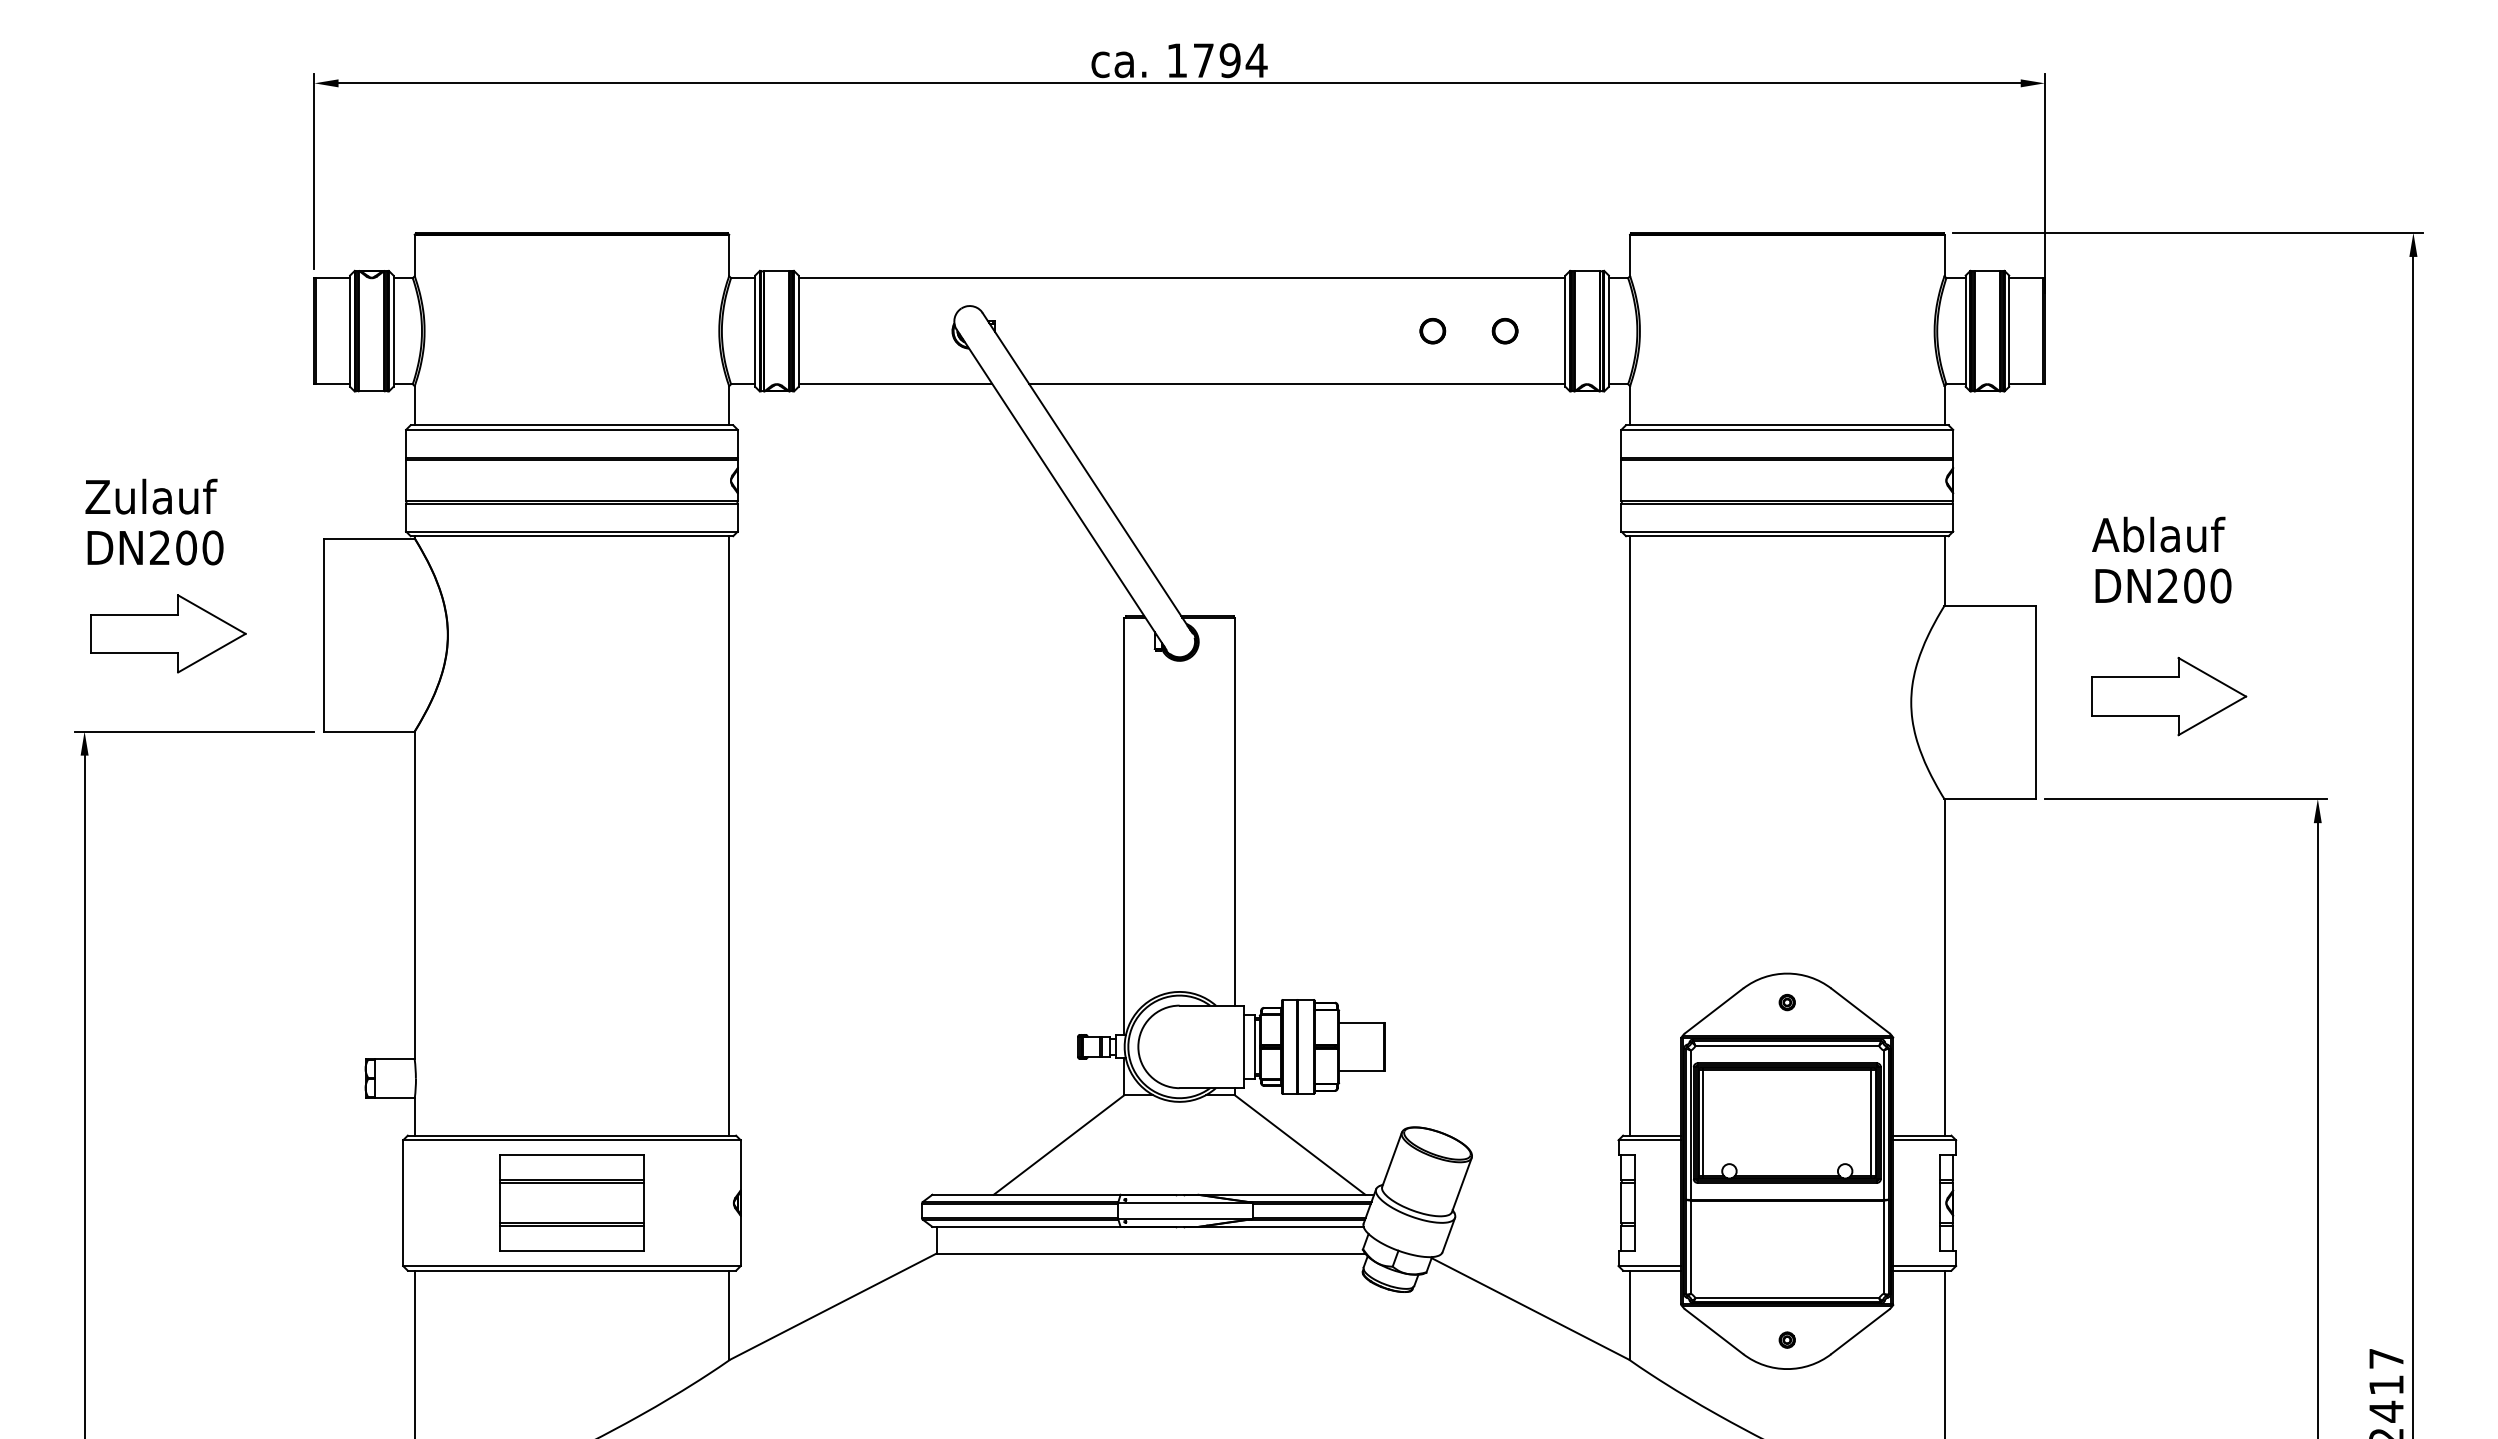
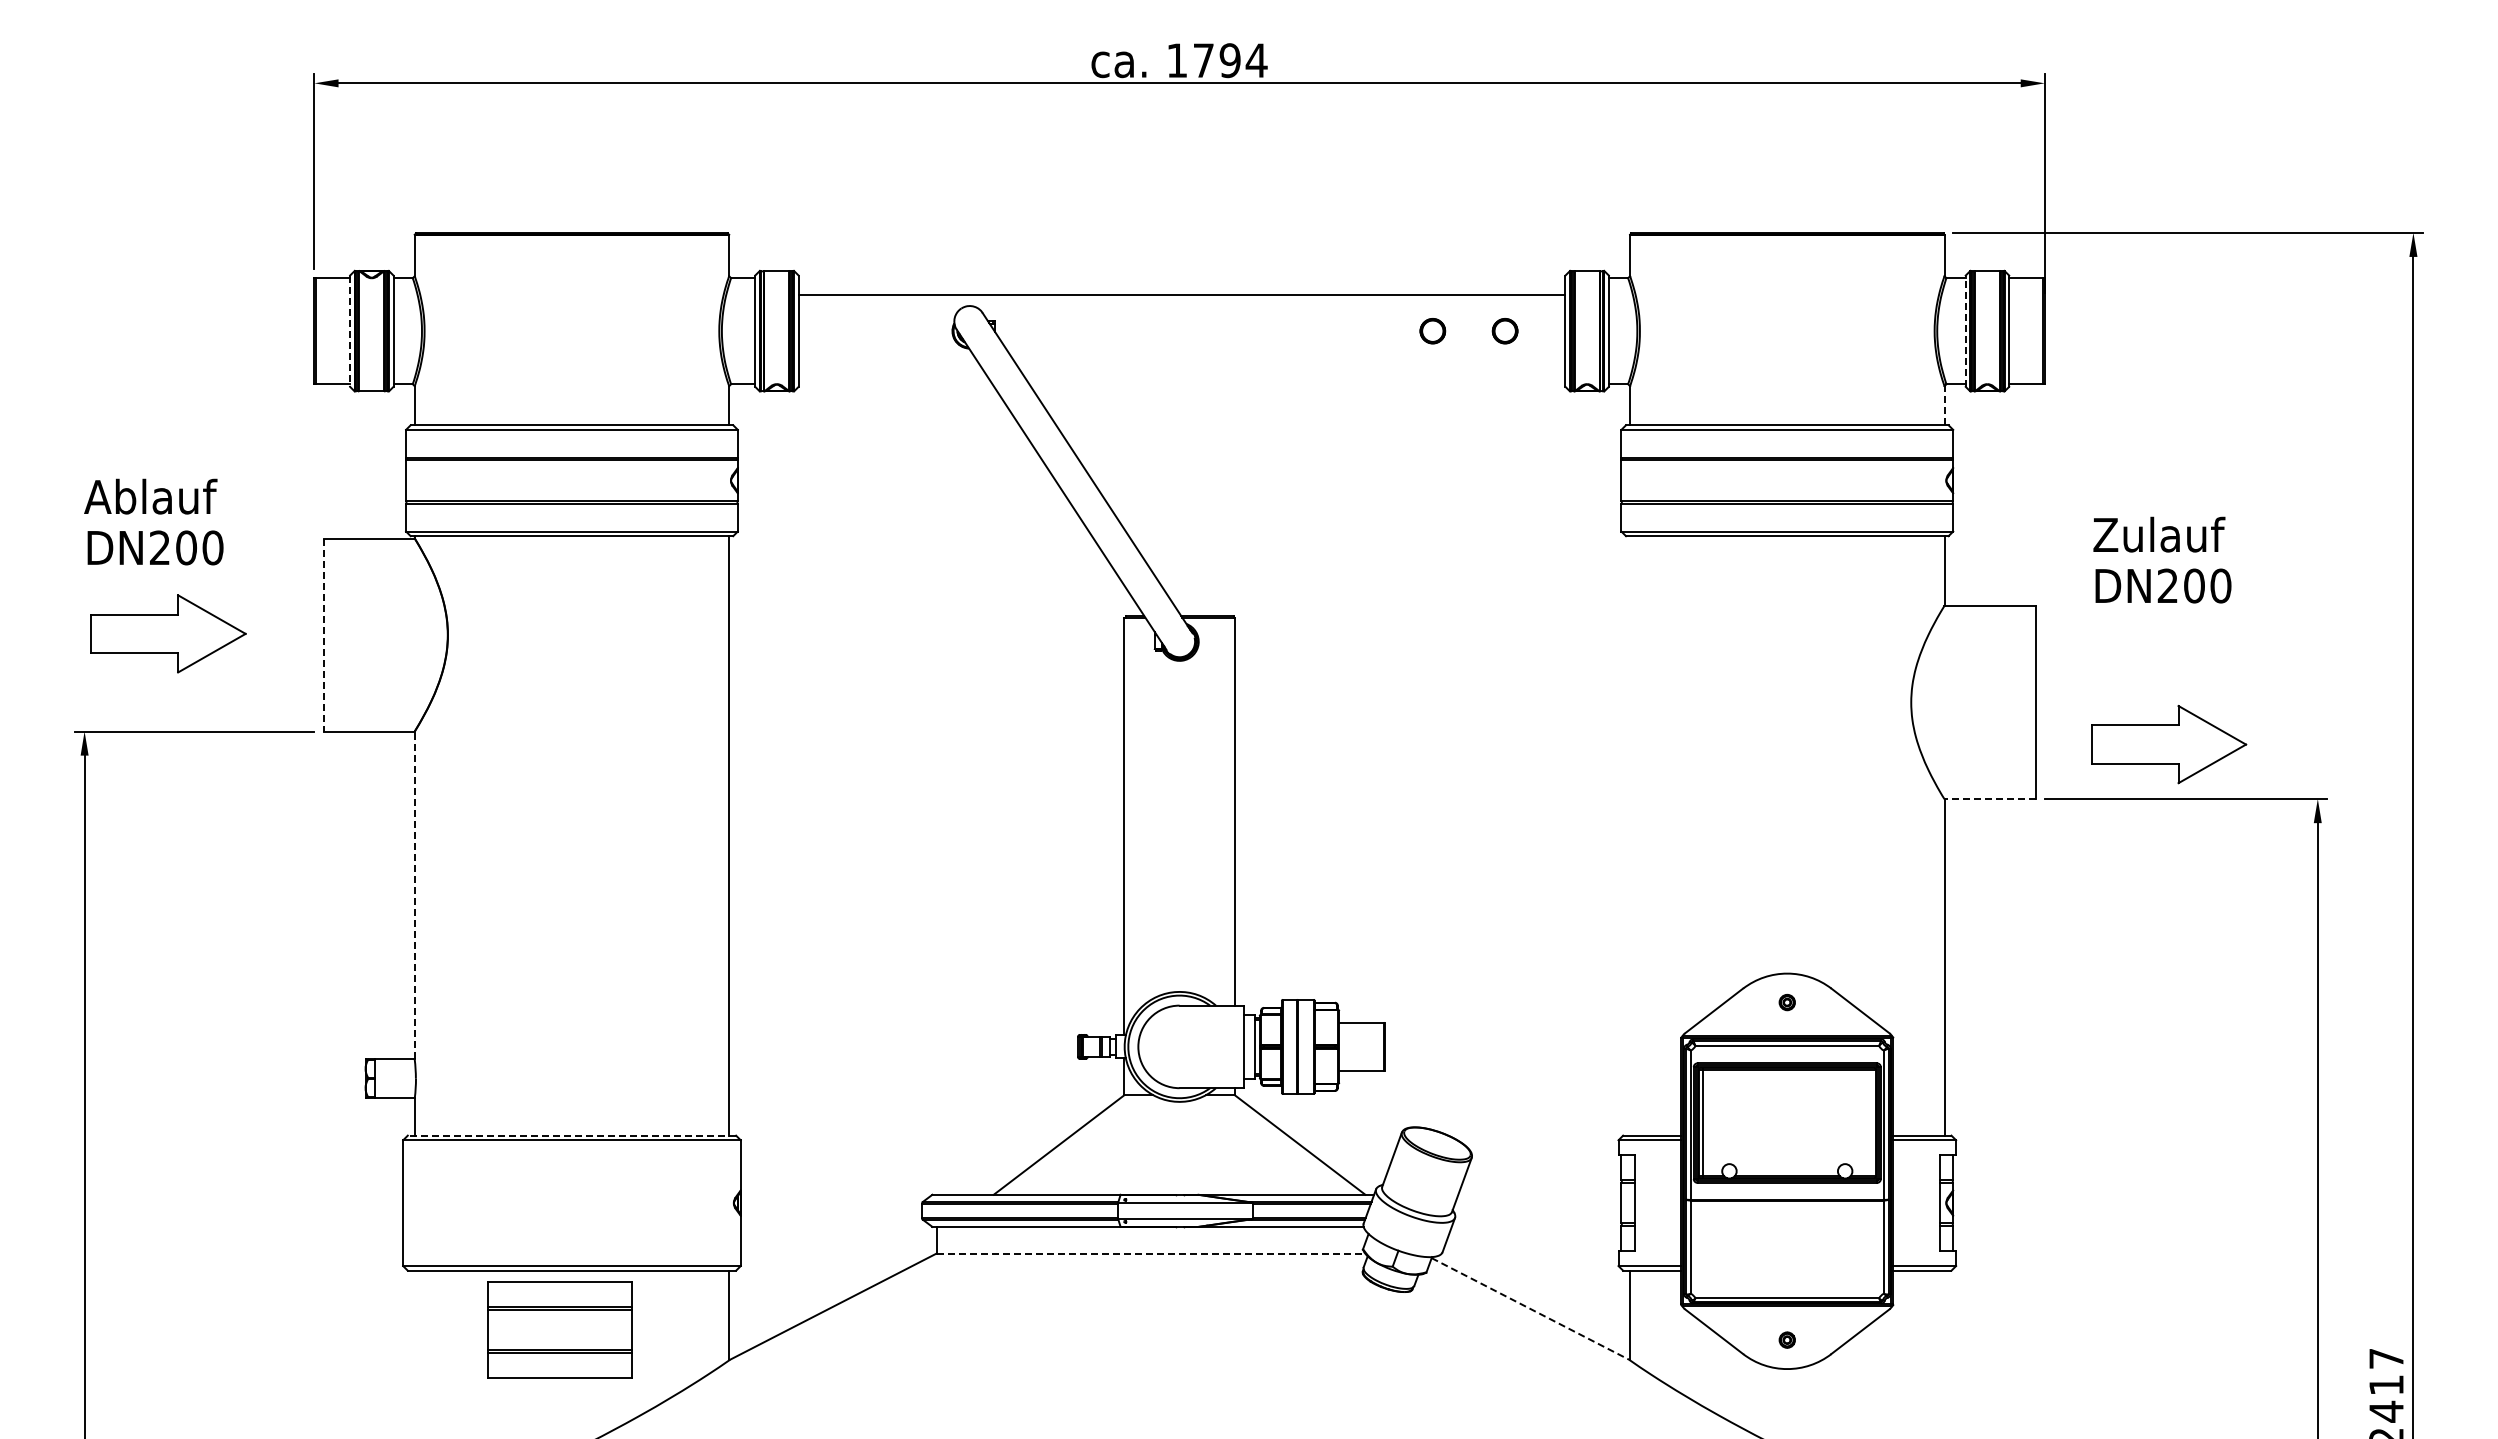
line at (1181, 278) position: (1181, 278) -> (1181, 295)
line at (350, 331): solid -> dashed
line at (1965, 331): solid -> dashed
line at (895, 384): present -> none
line at (1297, 384): present -> none
line at (1944, 405): solid -> dashed
text at (110, 496): Zulauf -> Ablauf
text at (2118, 534): Ablauf -> Zulauf
line at (323, 635): solid -> dashed
part at (2169, 696) position: (2169, 696) -> (2169, 744)
line at (1990, 799): solid -> dashed
line at (1630, 835): present -> none
line at (414, 895): solid -> dashed
line at (1871, 1123): present -> none
line at (571, 1135): solid -> dashed
part at (571, 1202) position: (571, 1202) -> (559, 1329)
line at (1151, 1253): solid -> dashed
line at (1530, 1309): solid -> dashed
line at (414, 1352): present -> none
line at (1944, 1352): present -> none
